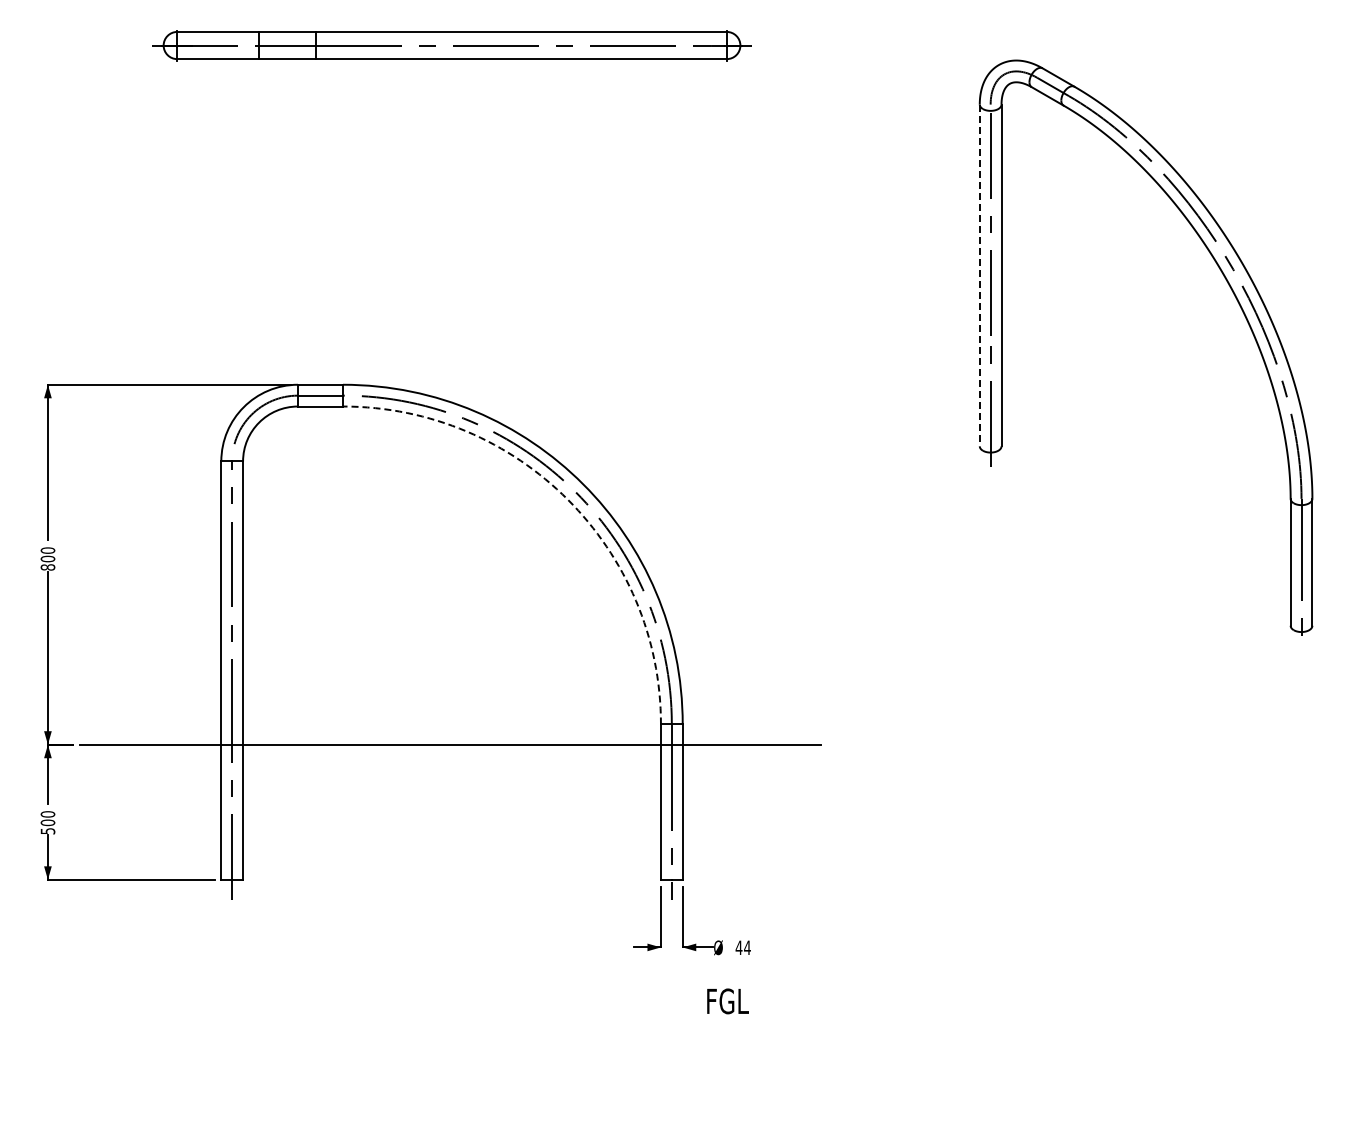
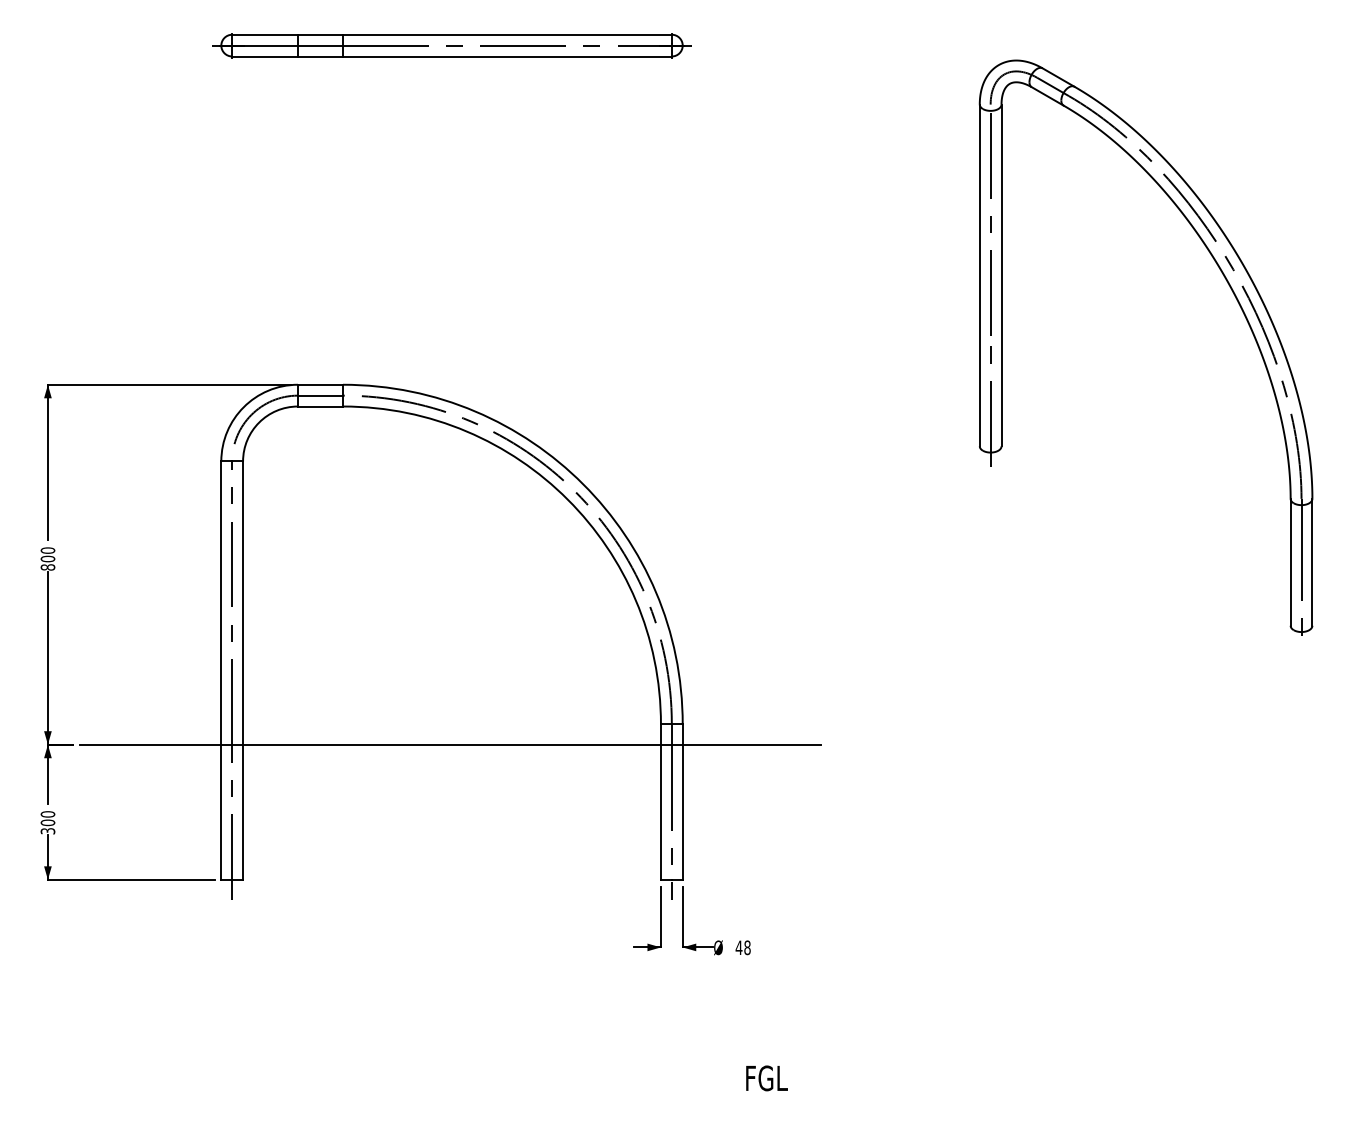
part at (451, 45) size: 600x32 px -> 480x26 px
line at (979, 275): dashed -> solid
arc at (567, 499): dashed -> solid
text at (47, 831): 500 -> 300
text at (747, 947): 44 -> 48
text at (727, 1001) position: (727, 1001) -> (766, 1078)
